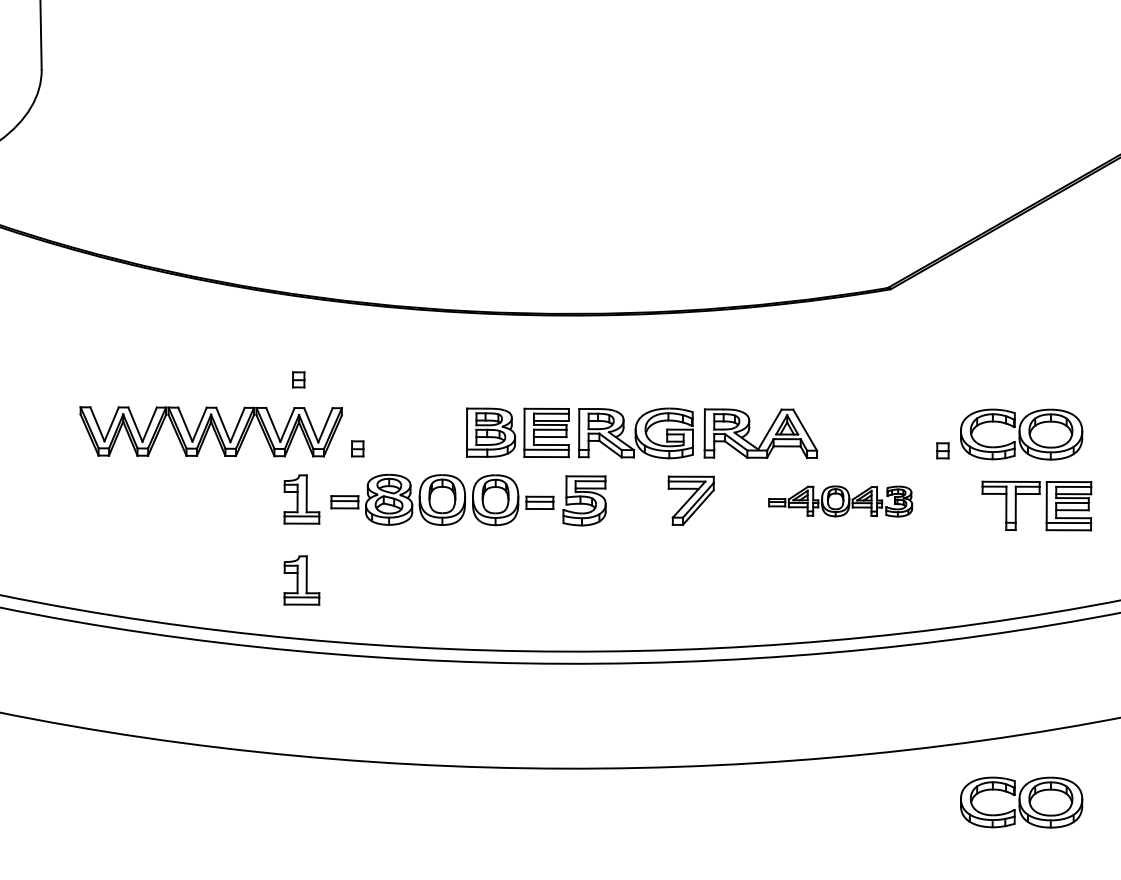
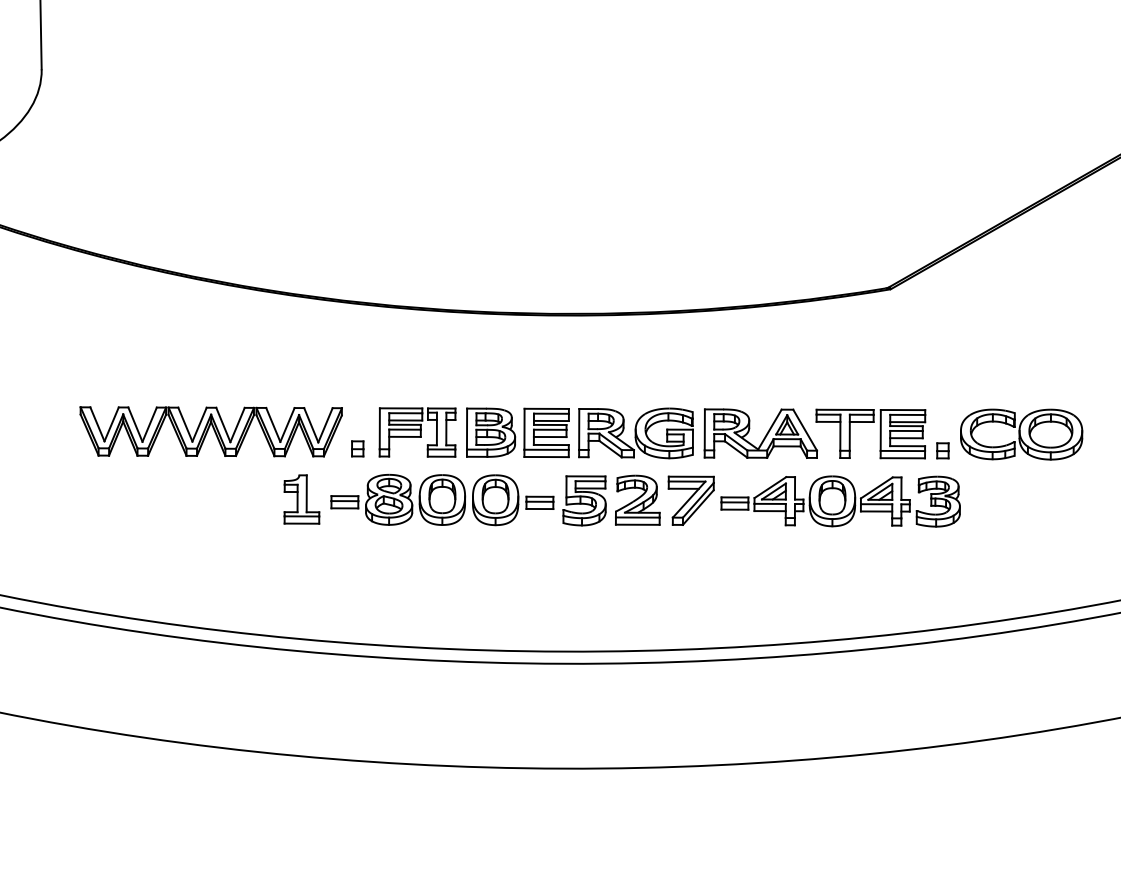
part at (298, 379): present -> none
part at (417, 432): none -> present
part at (637, 499): none -> present
part at (840, 501) size: 146x33 px -> 241x53 px
part at (1045, 505) position: (1045, 505) -> (879, 433)
part at (301, 580): present -> none
part at (1021, 802): present -> none
